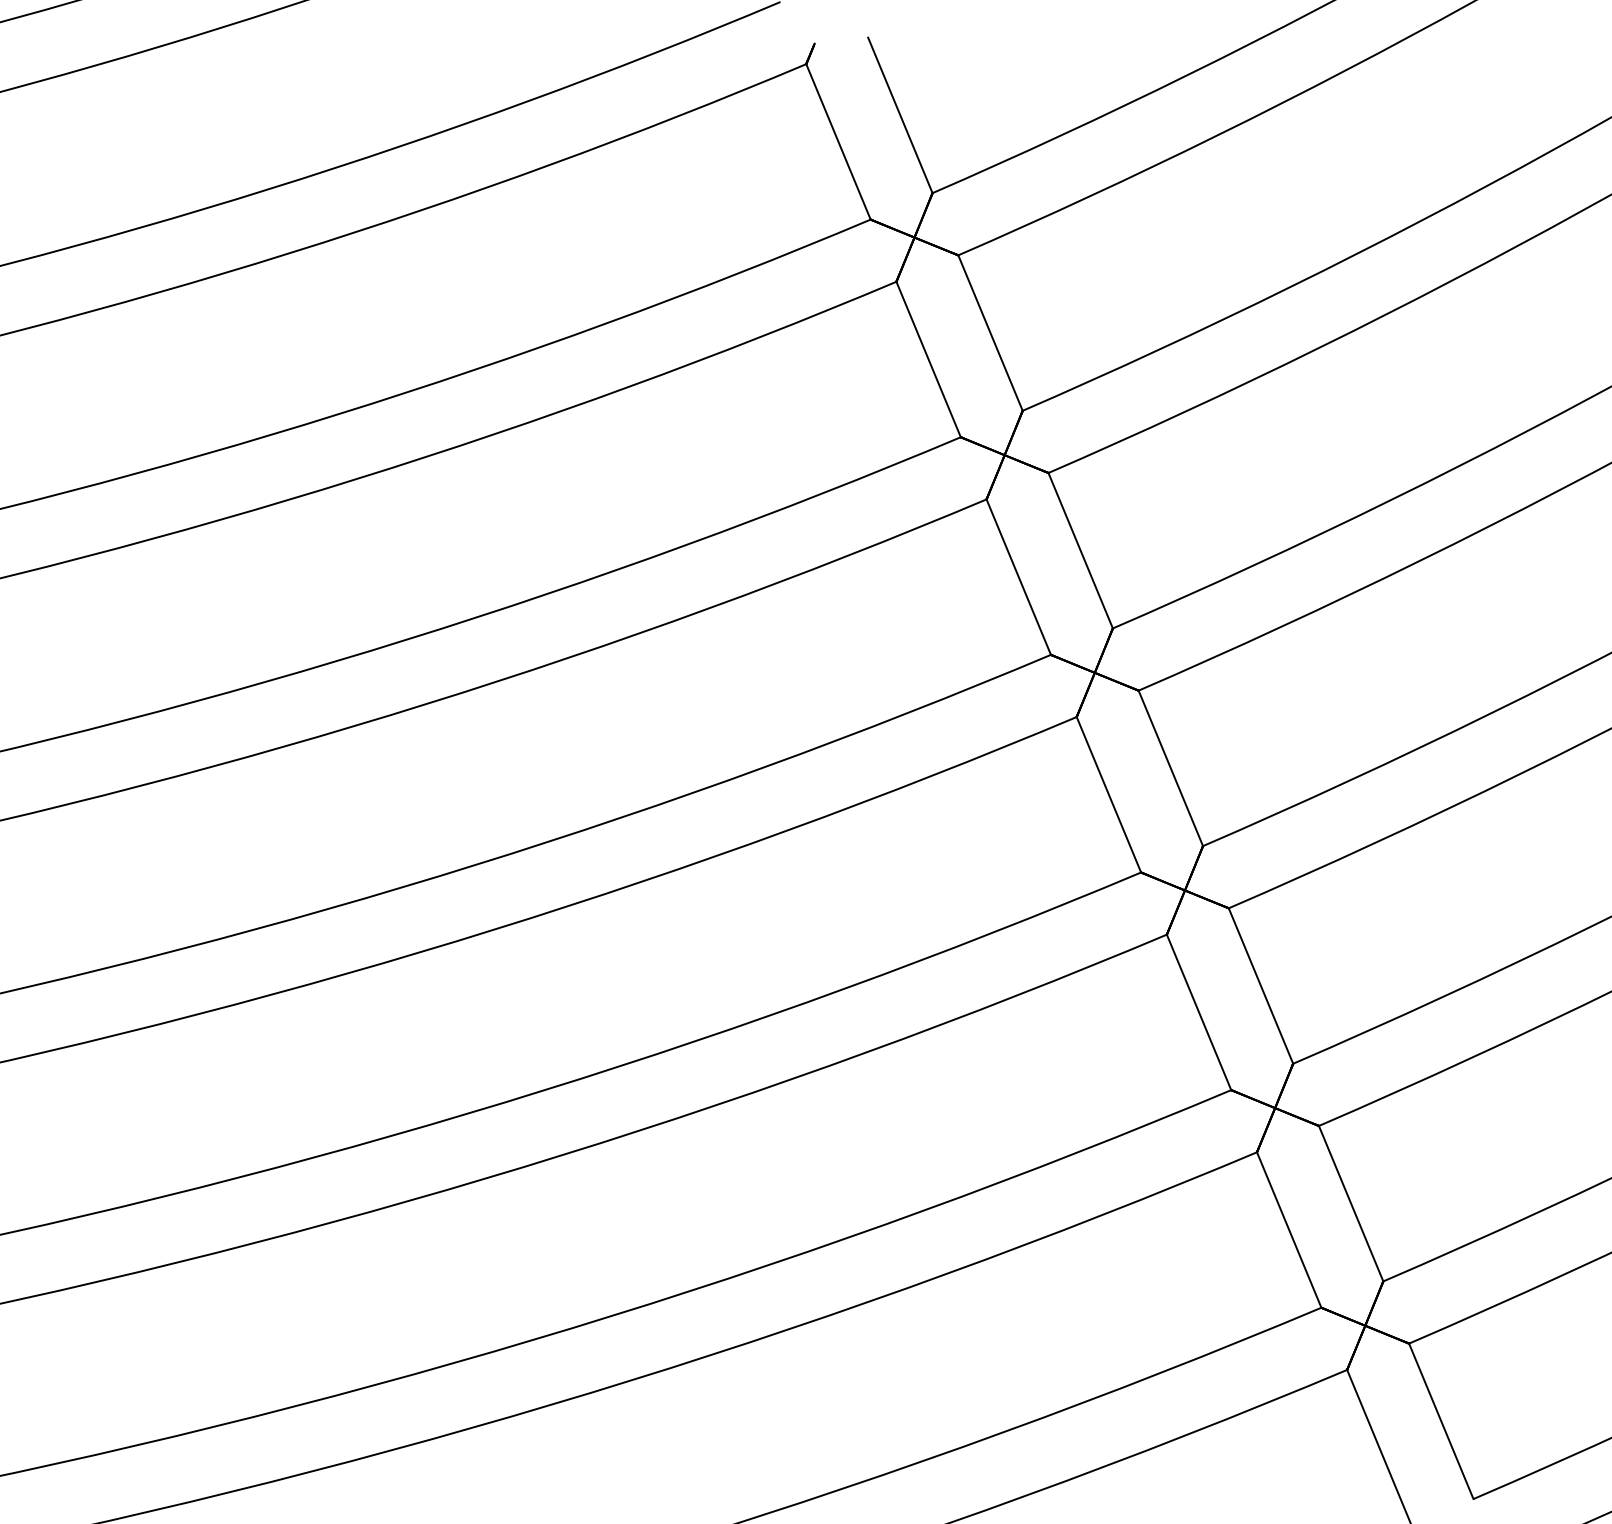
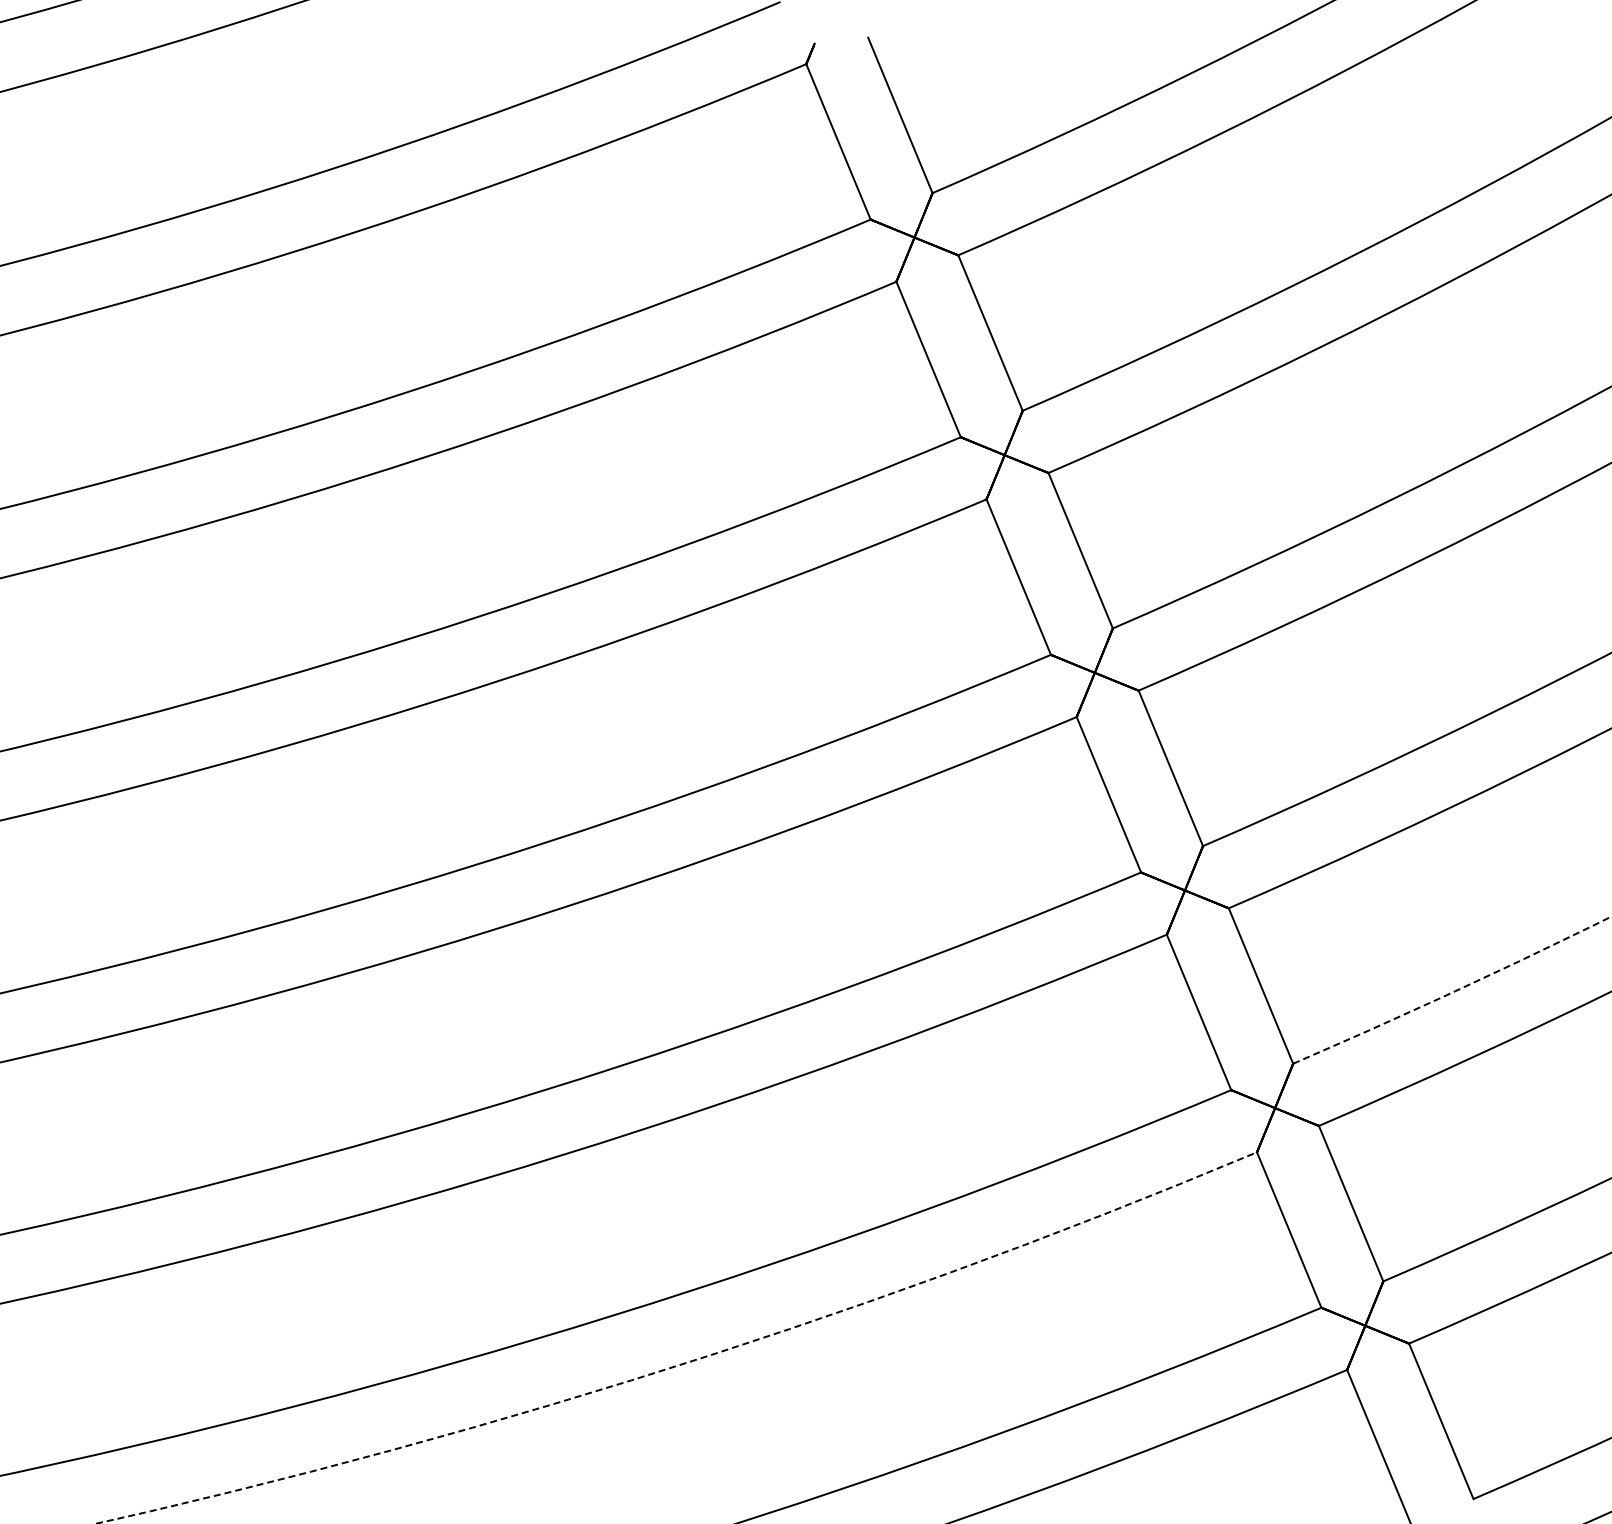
arc at (1453, 991): solid -> dashed
arc at (684, 1363): solid -> dashed
